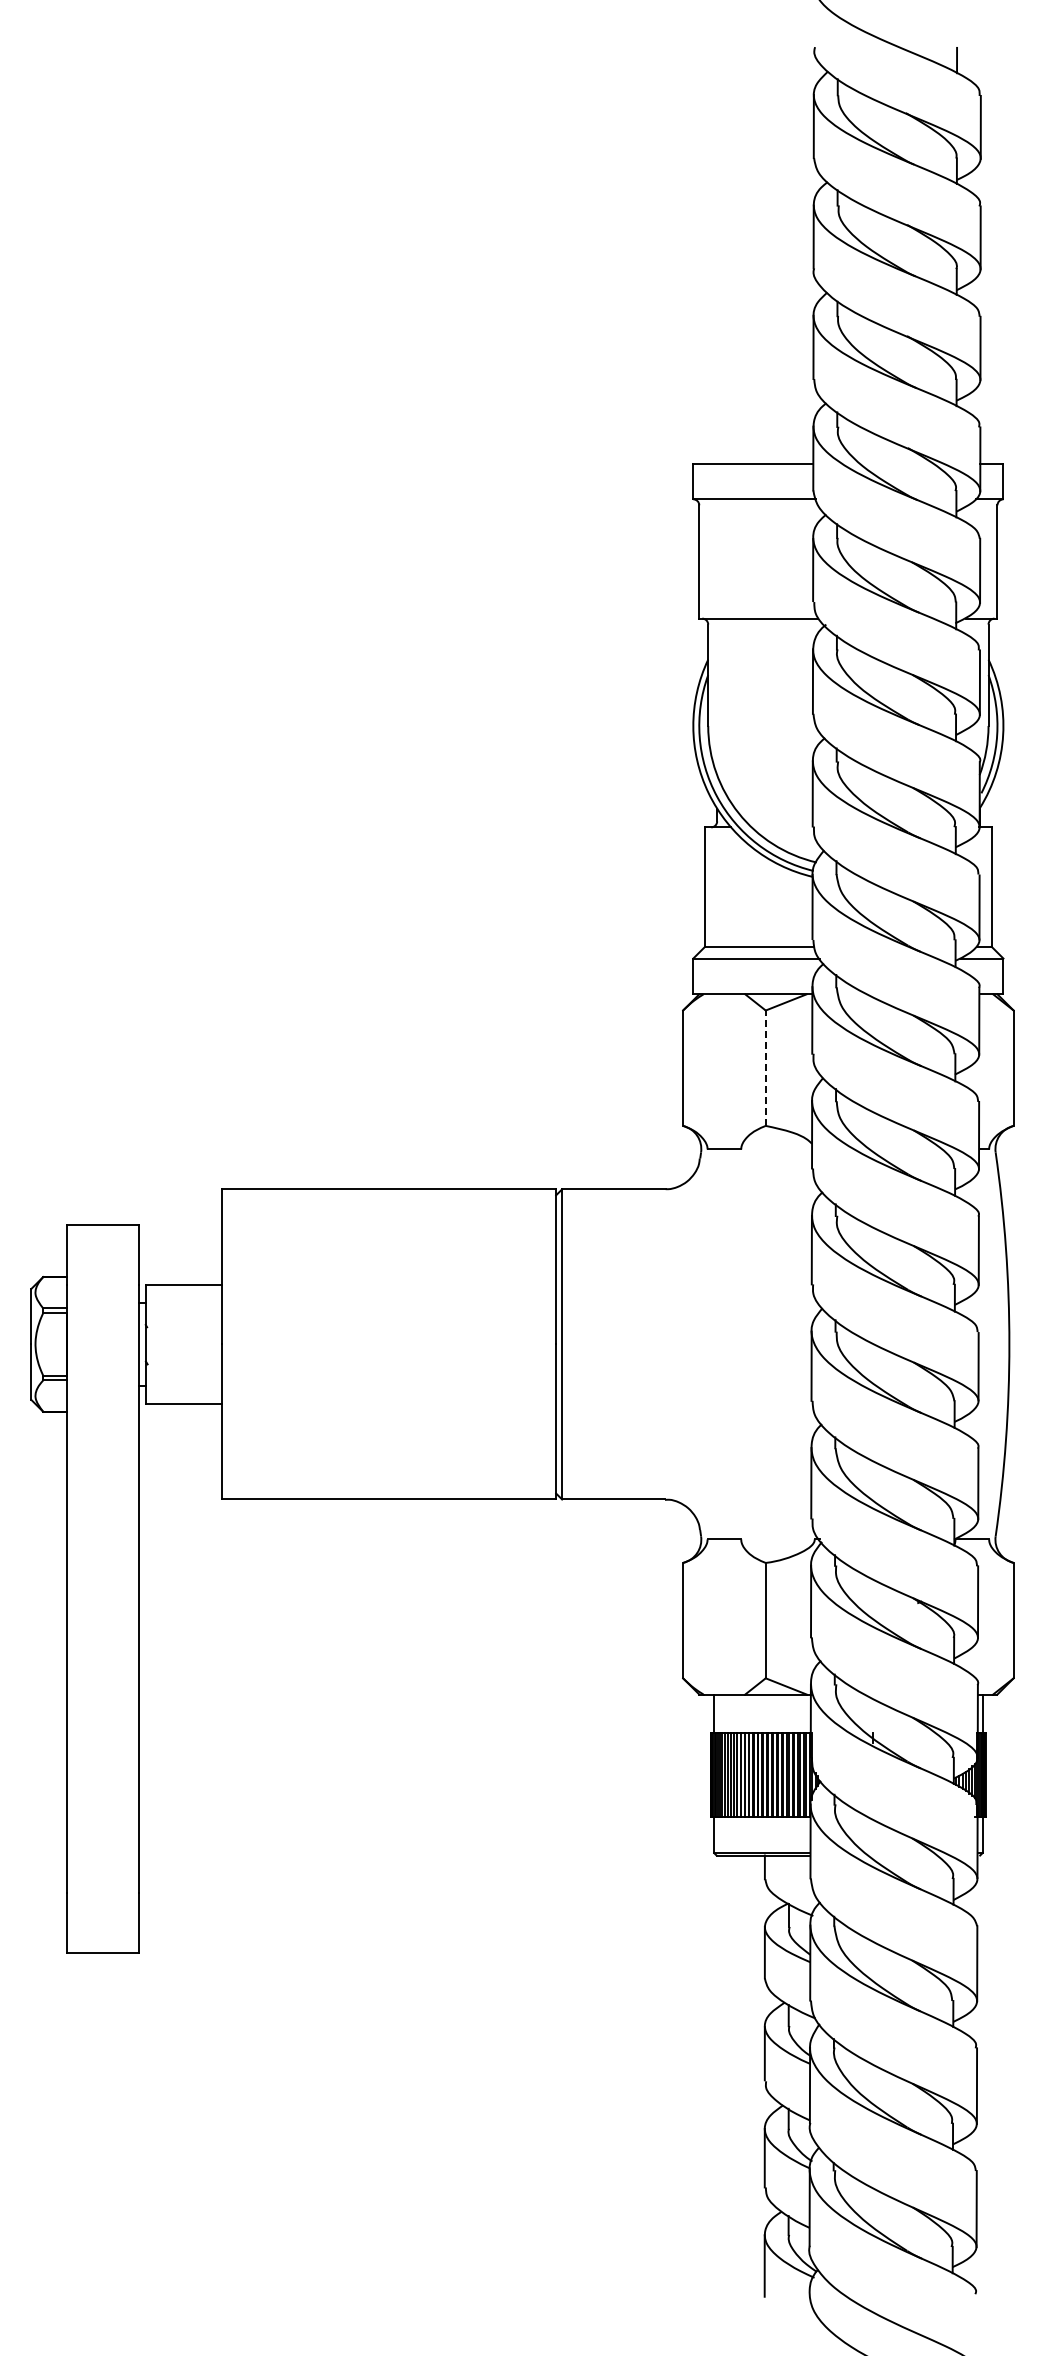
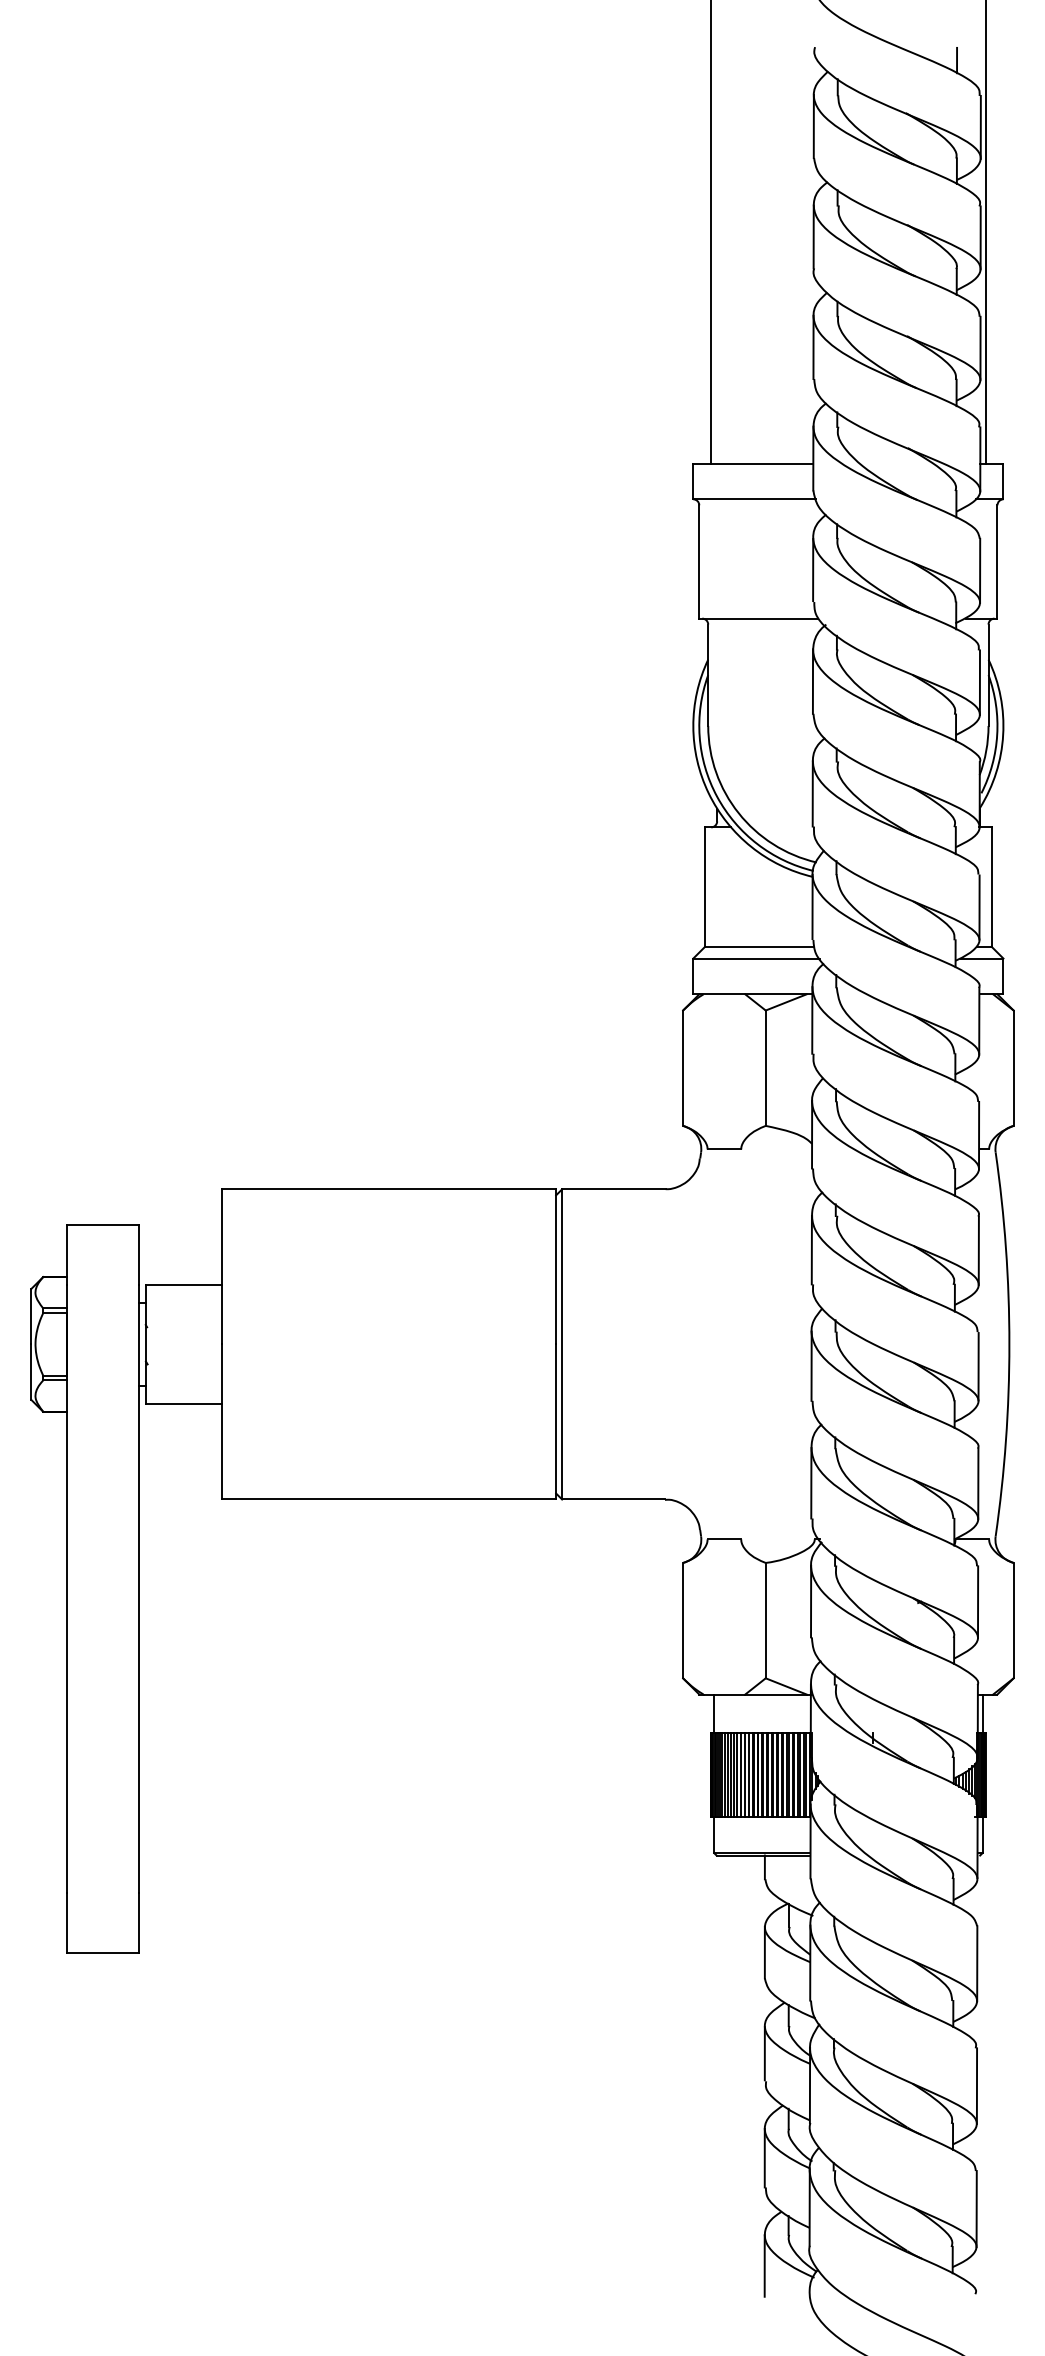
line at (711, 232): none -> present
line at (985, 232): none -> present
line at (765, 1068): dashed -> solid
